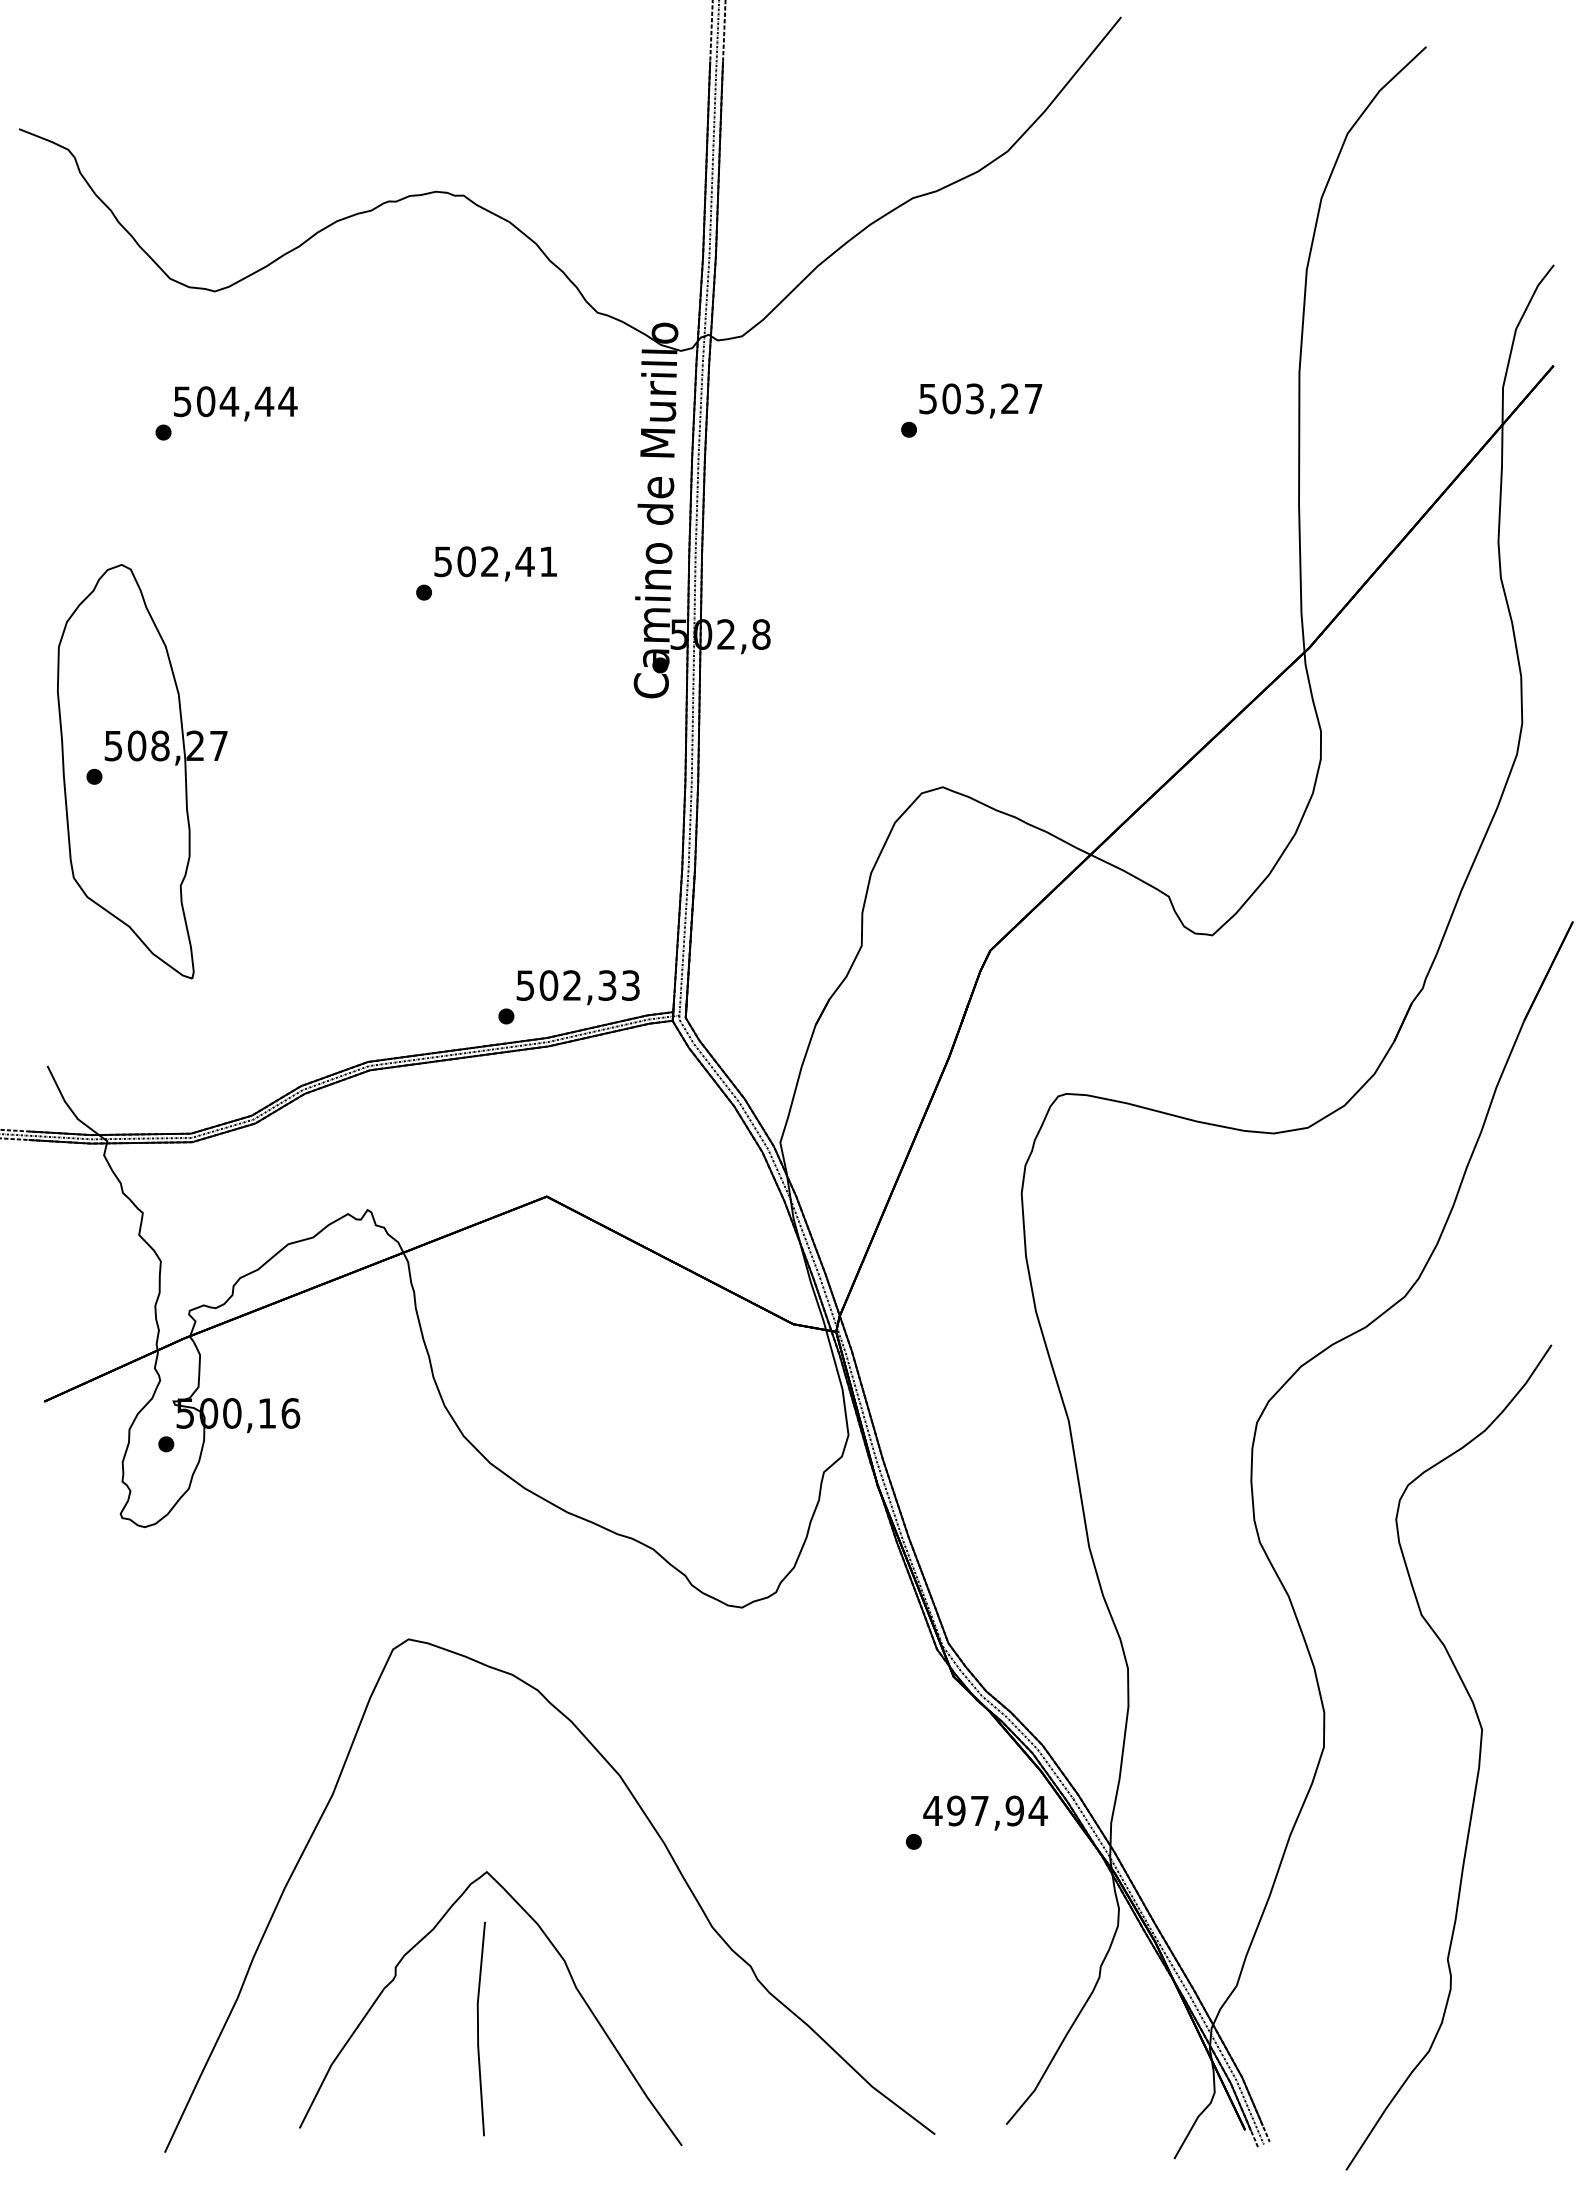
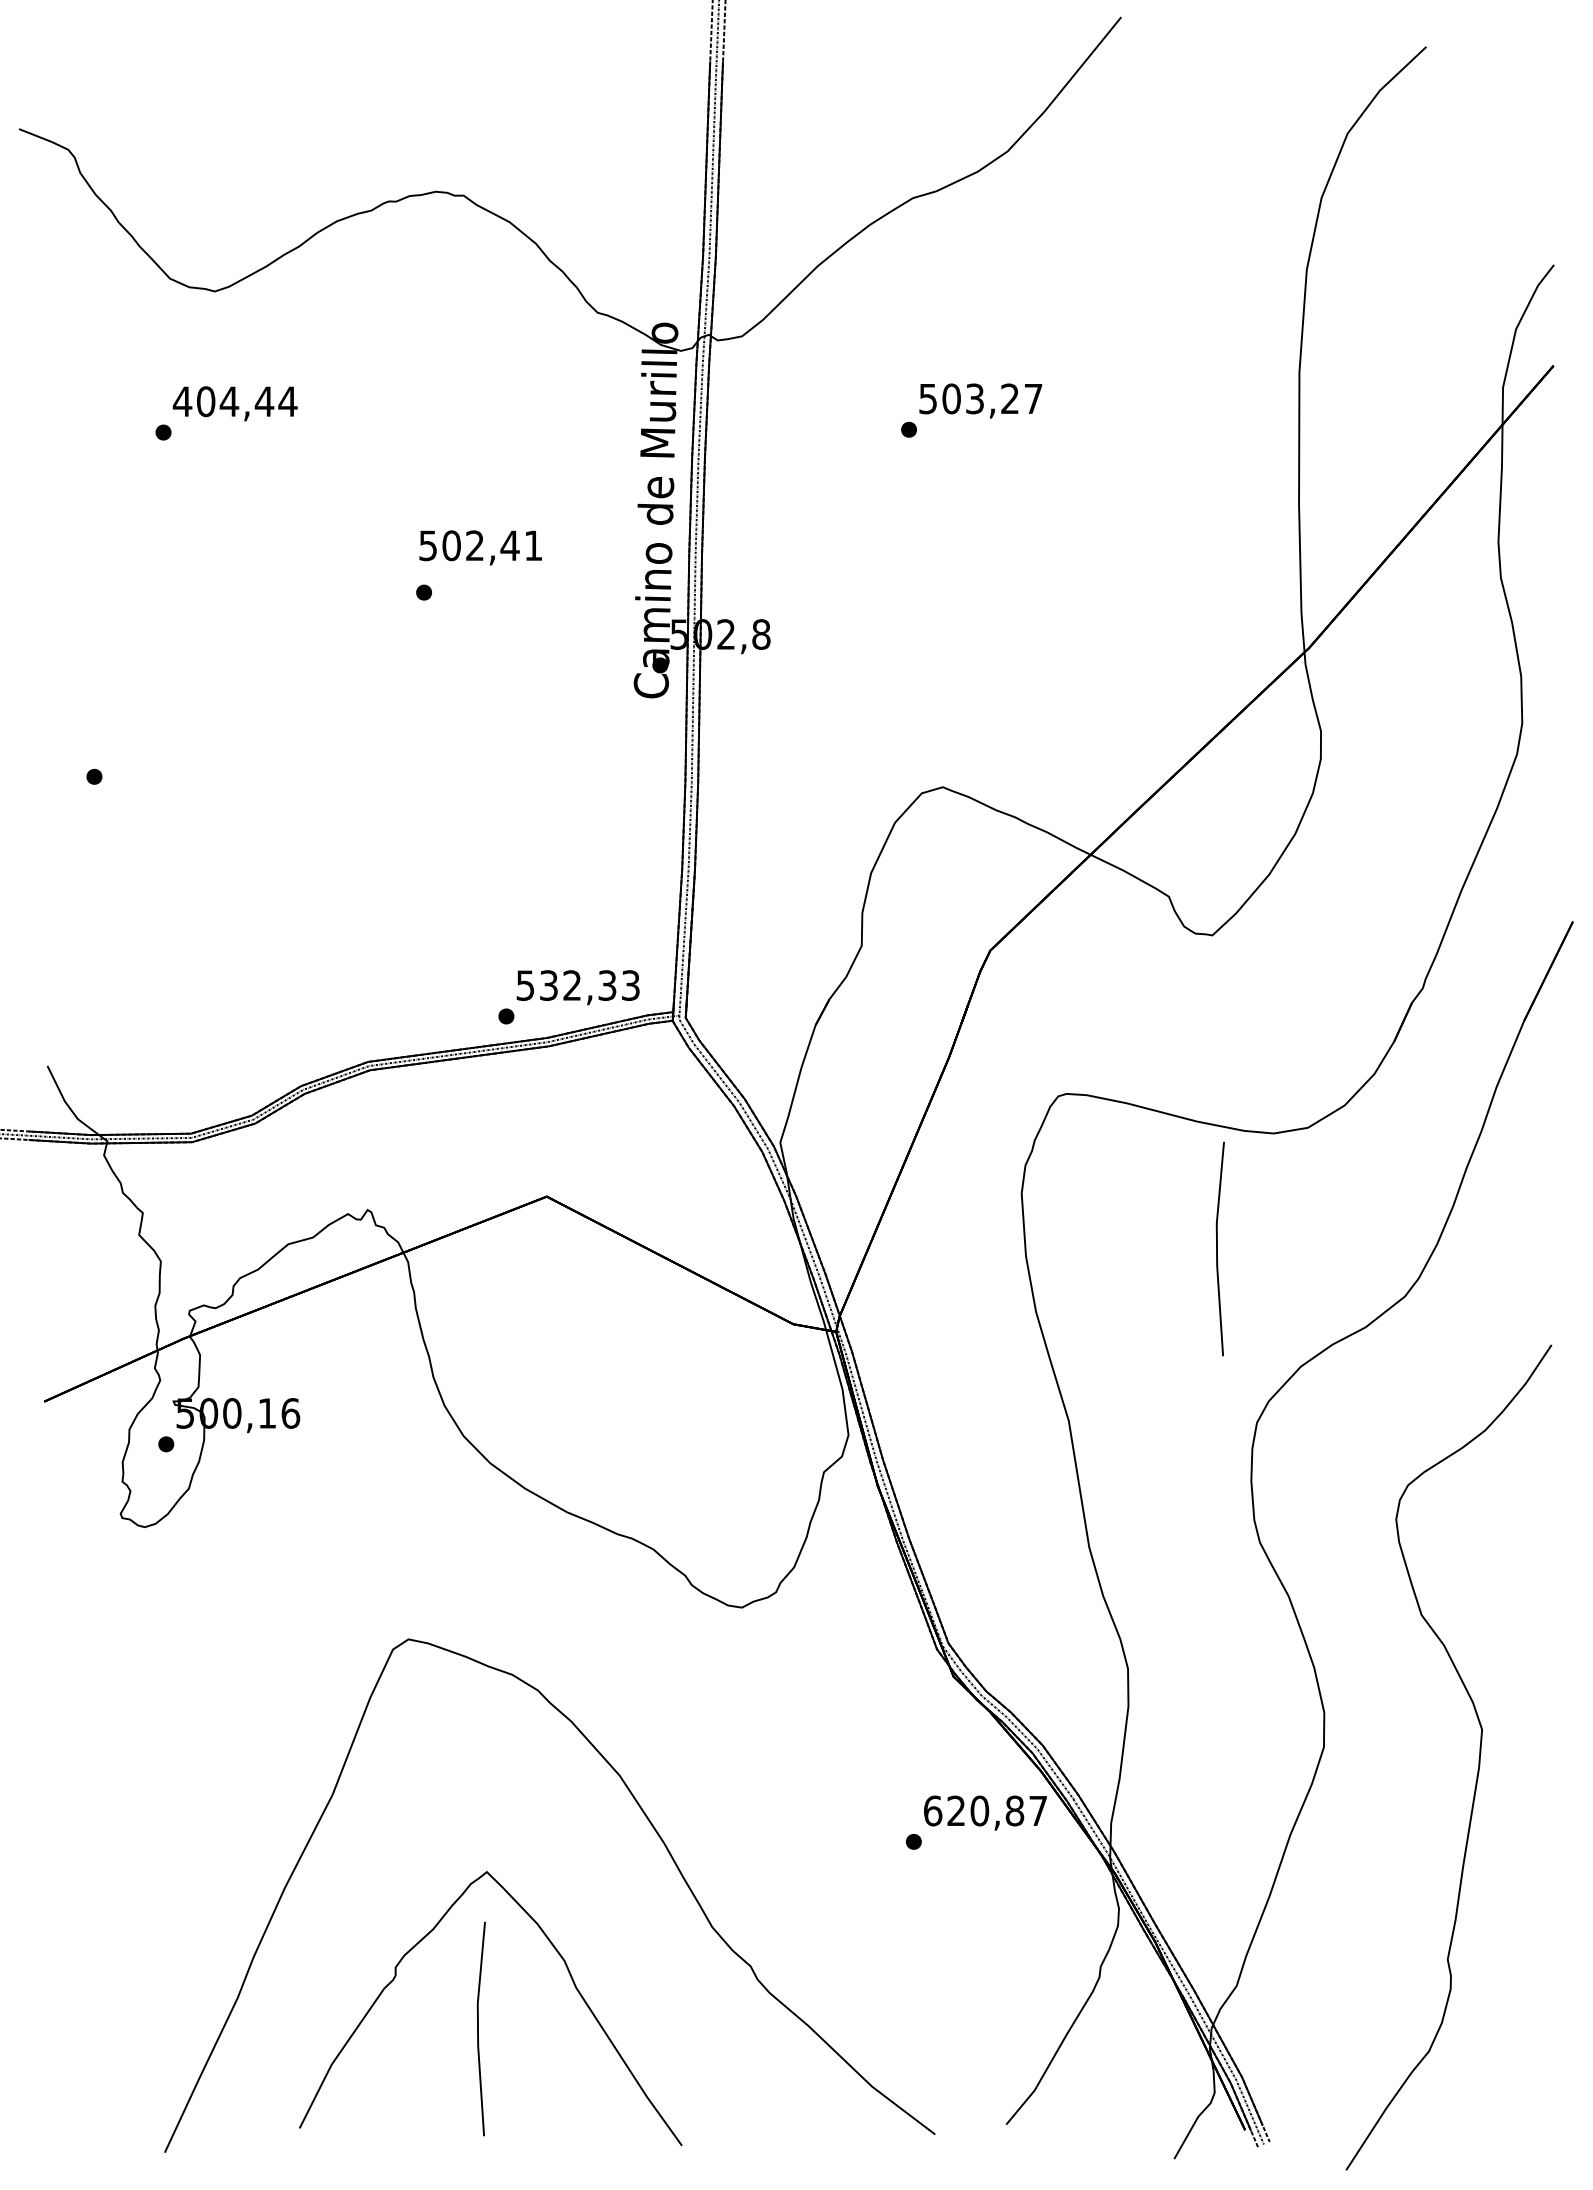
text at (182, 401): 504,44 -> 404,44
text at (495, 563) position: (495, 563) -> (480, 547)
part at (142, 771): present -> none
text at (548, 985): 502,33 -> 532,33
curve at (1217, 1248): none -> present
text at (985, 1810): 497,94 -> 620,87
